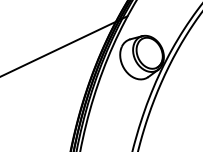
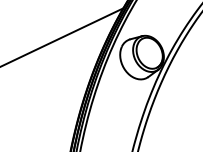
line at (64, 45) position: (64, 45) -> (62, 37)
